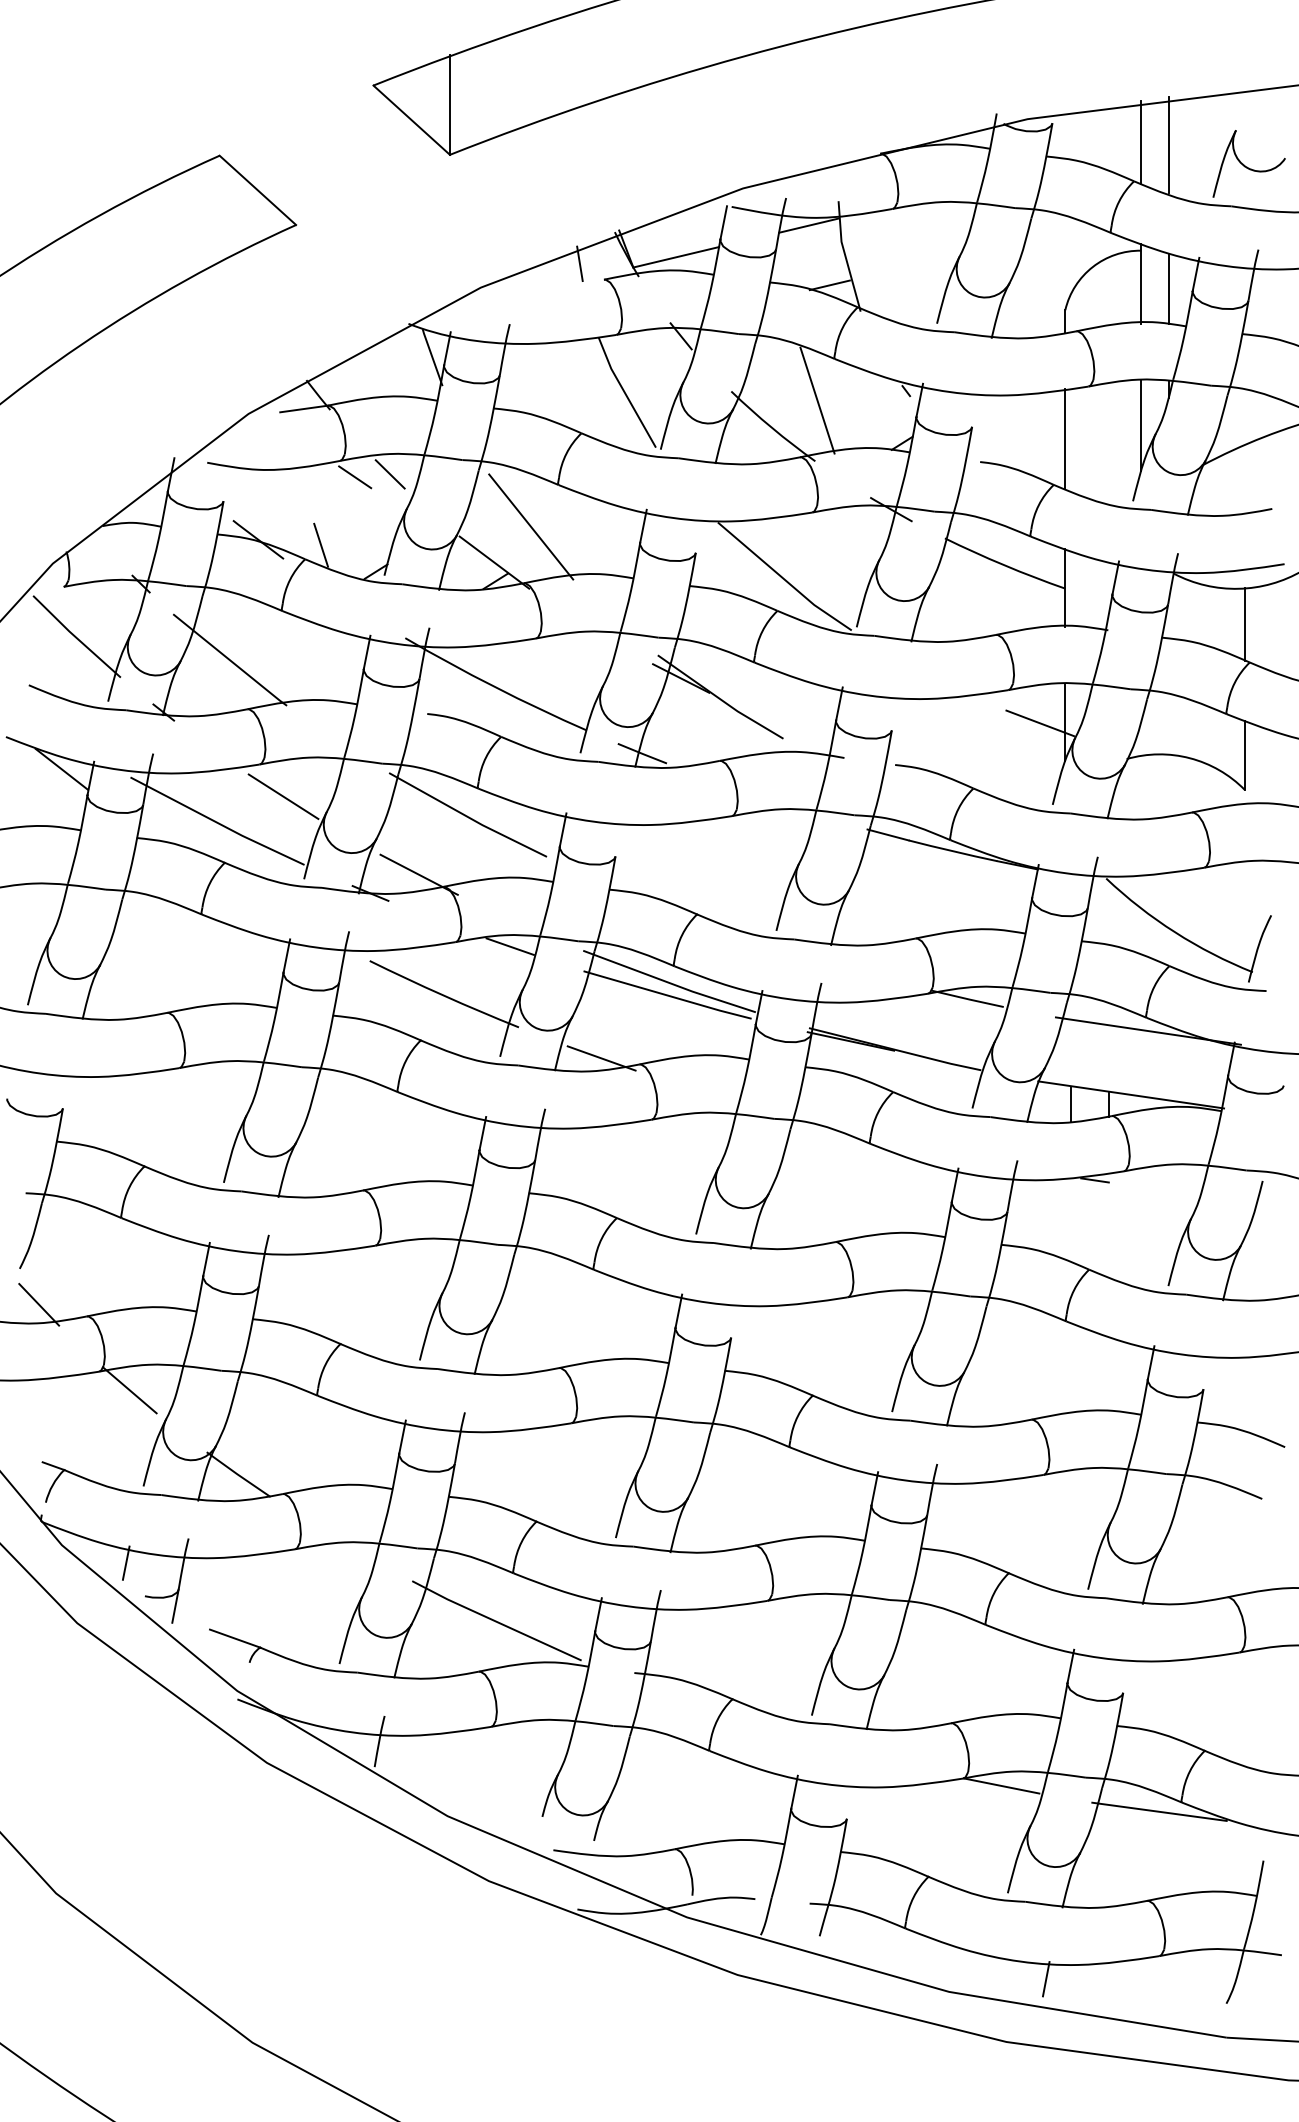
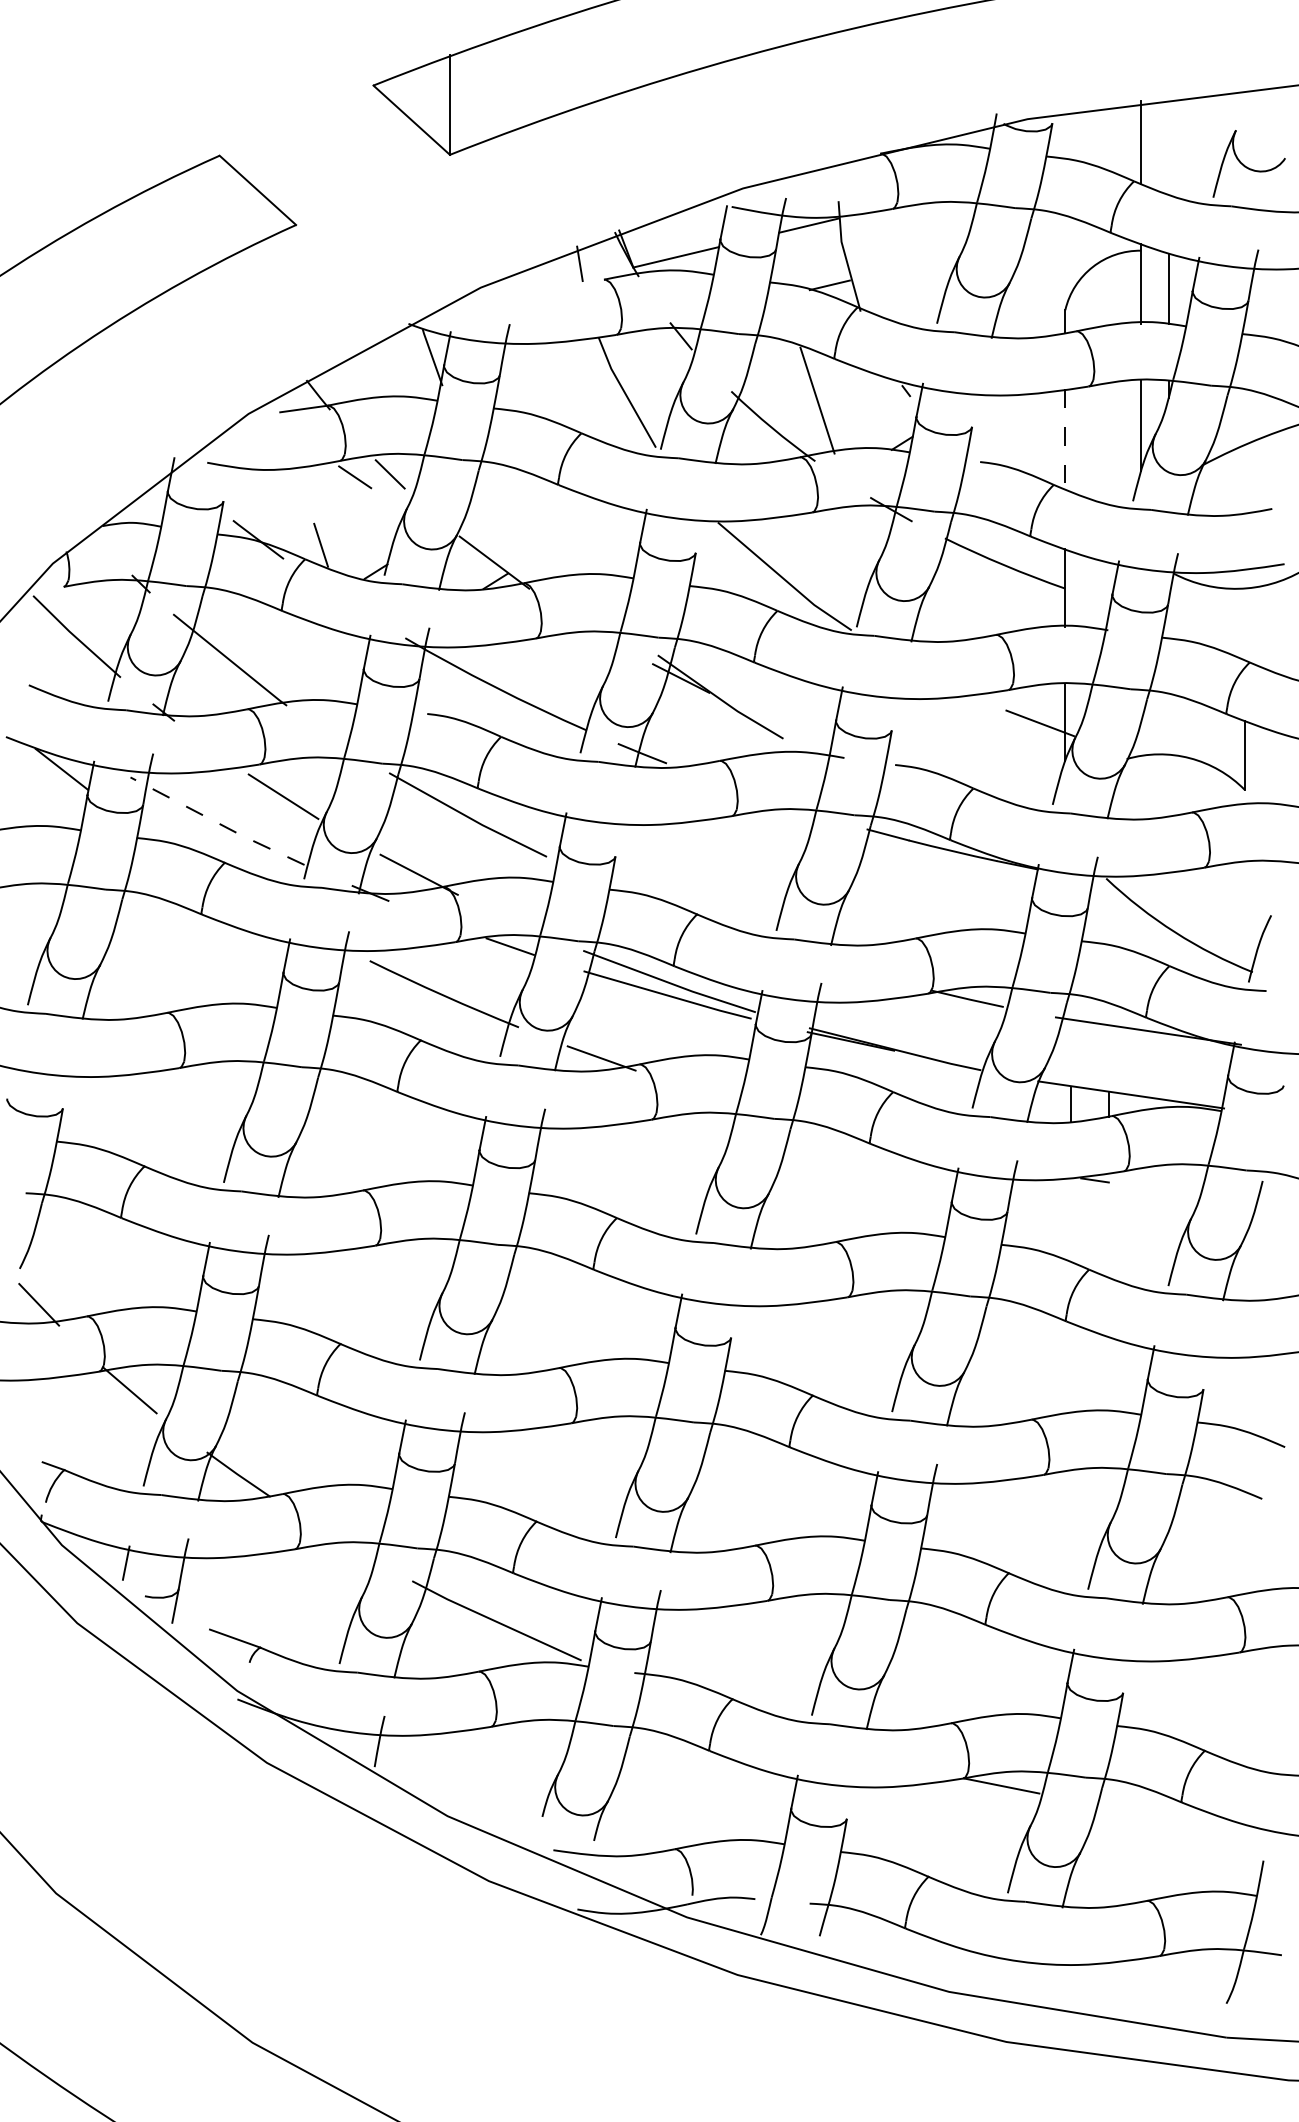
line at (1168, 144): present -> none
line at (1065, 438): solid -> dashed
line at (531, 526): present -> none
line at (1244, 624): present -> none
line at (216, 822): solid -> dashed
line at (1159, 1811): present -> none
line at (1045, 1979): present -> none
